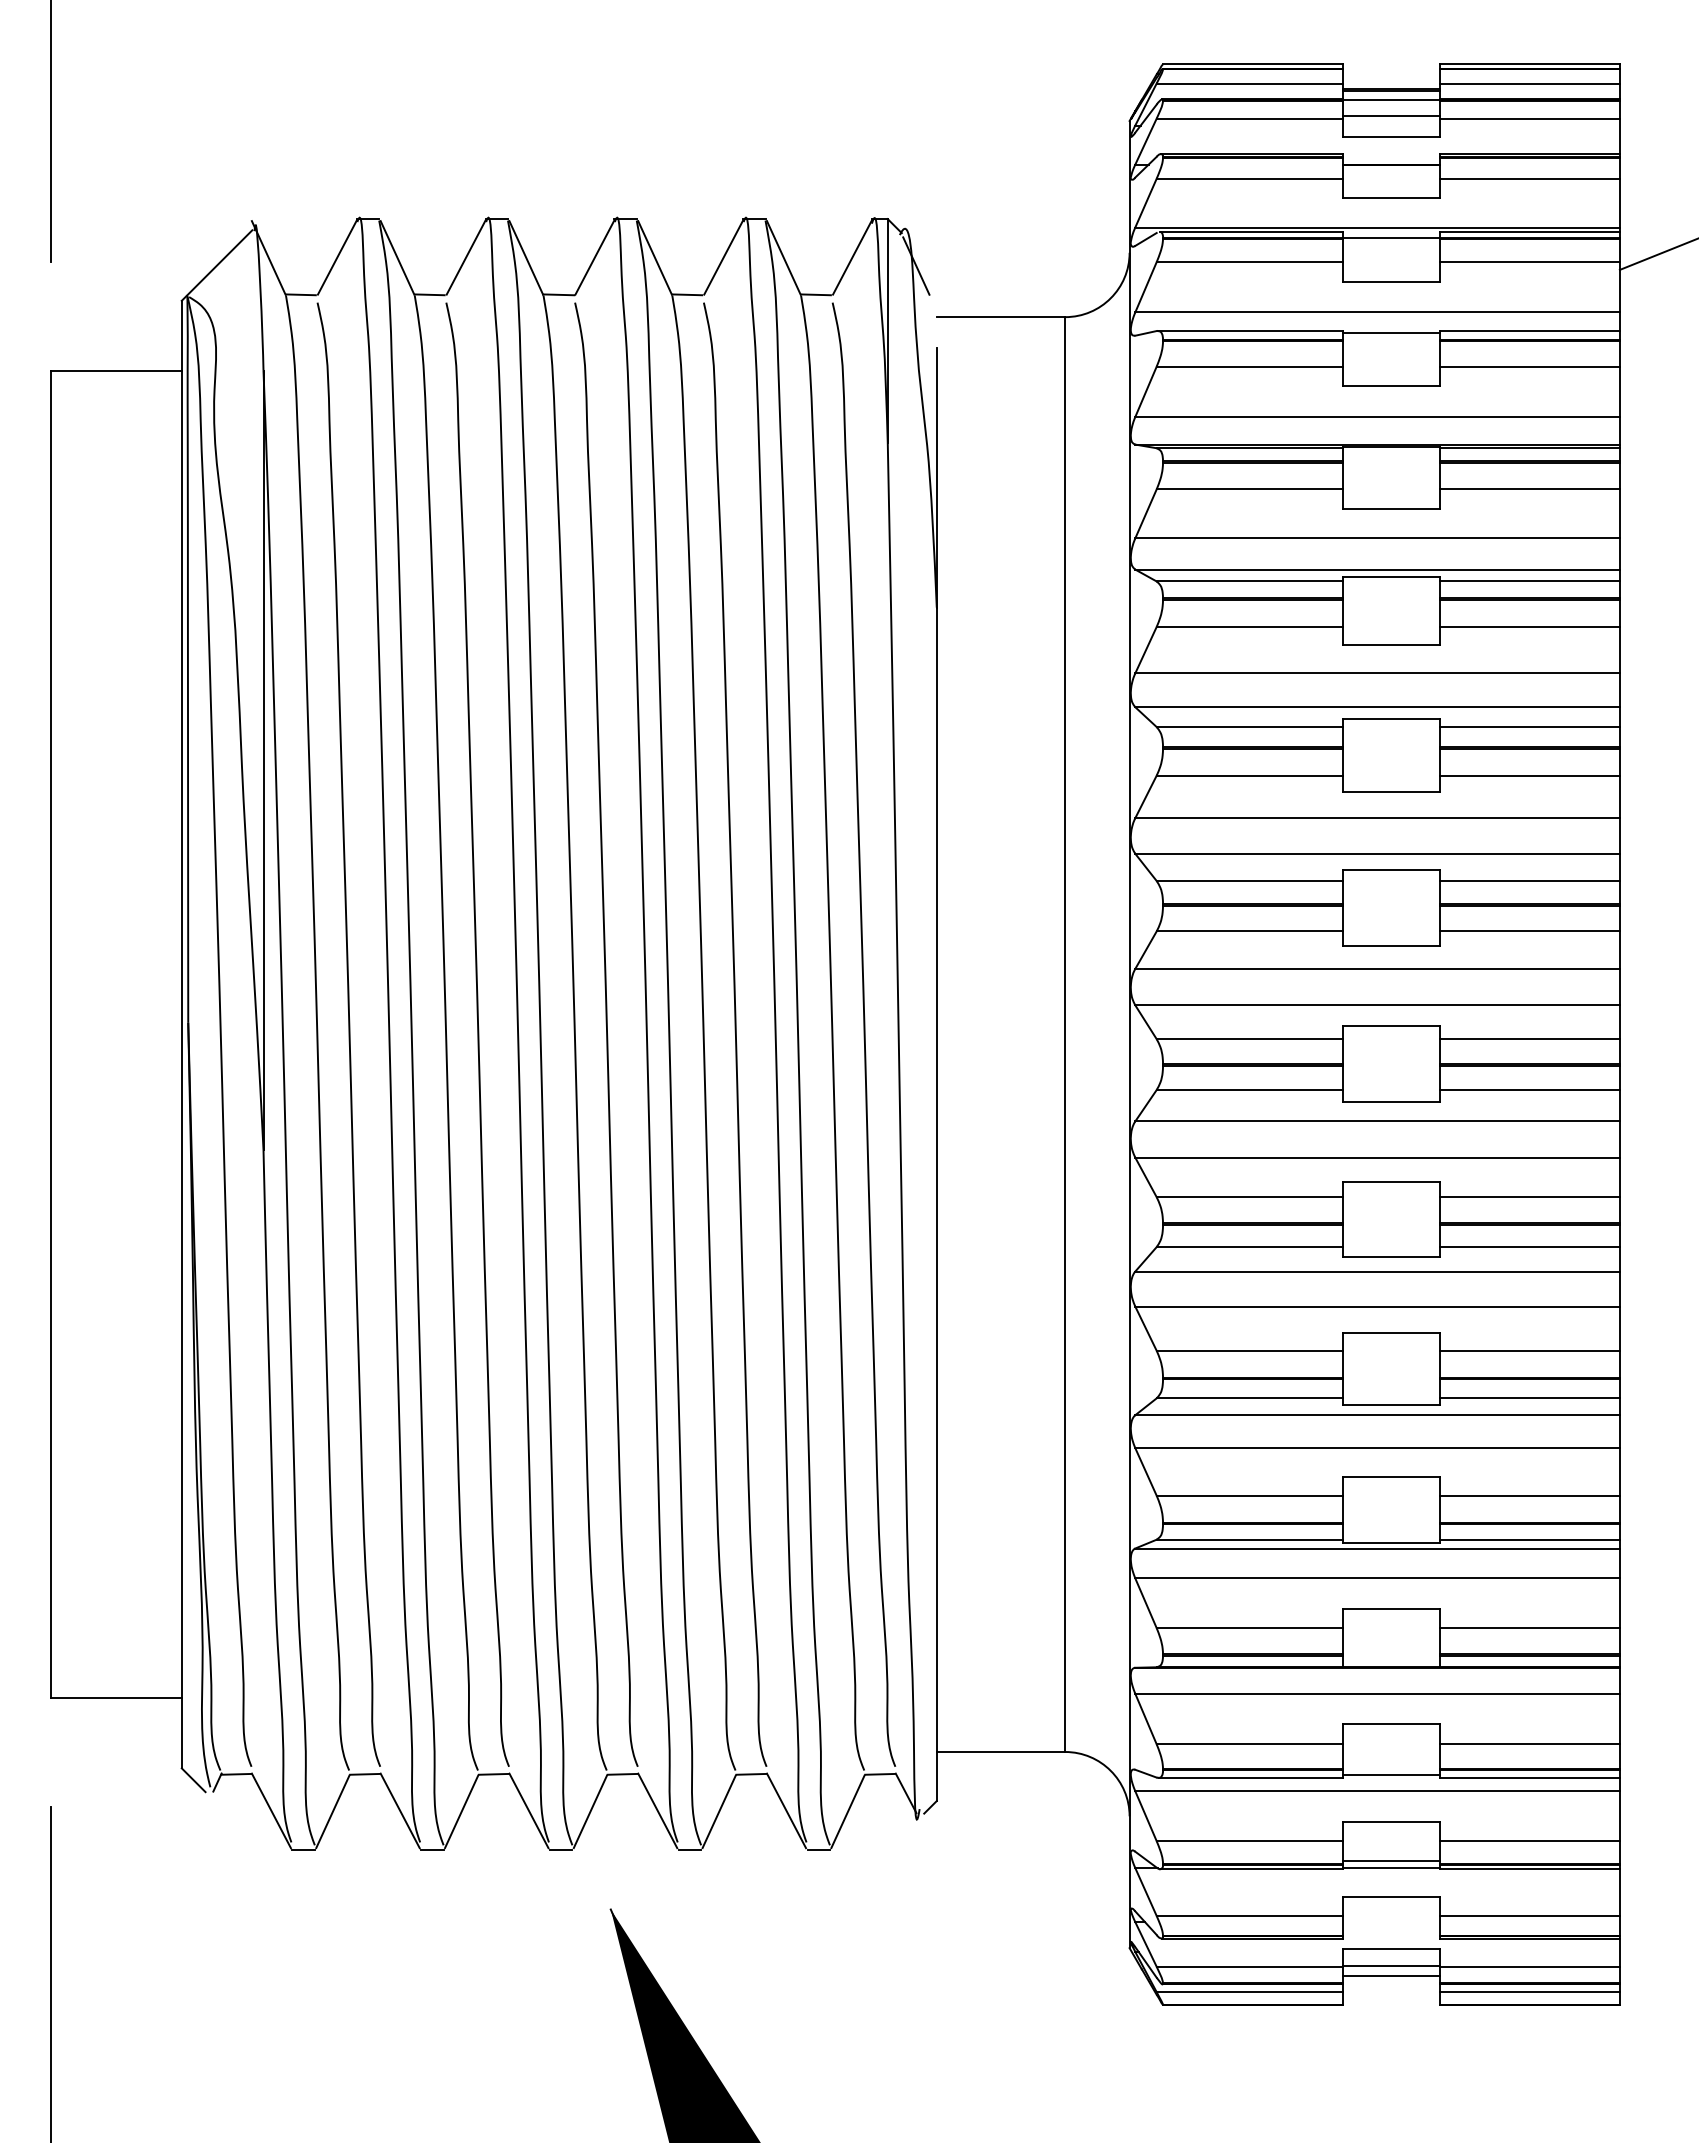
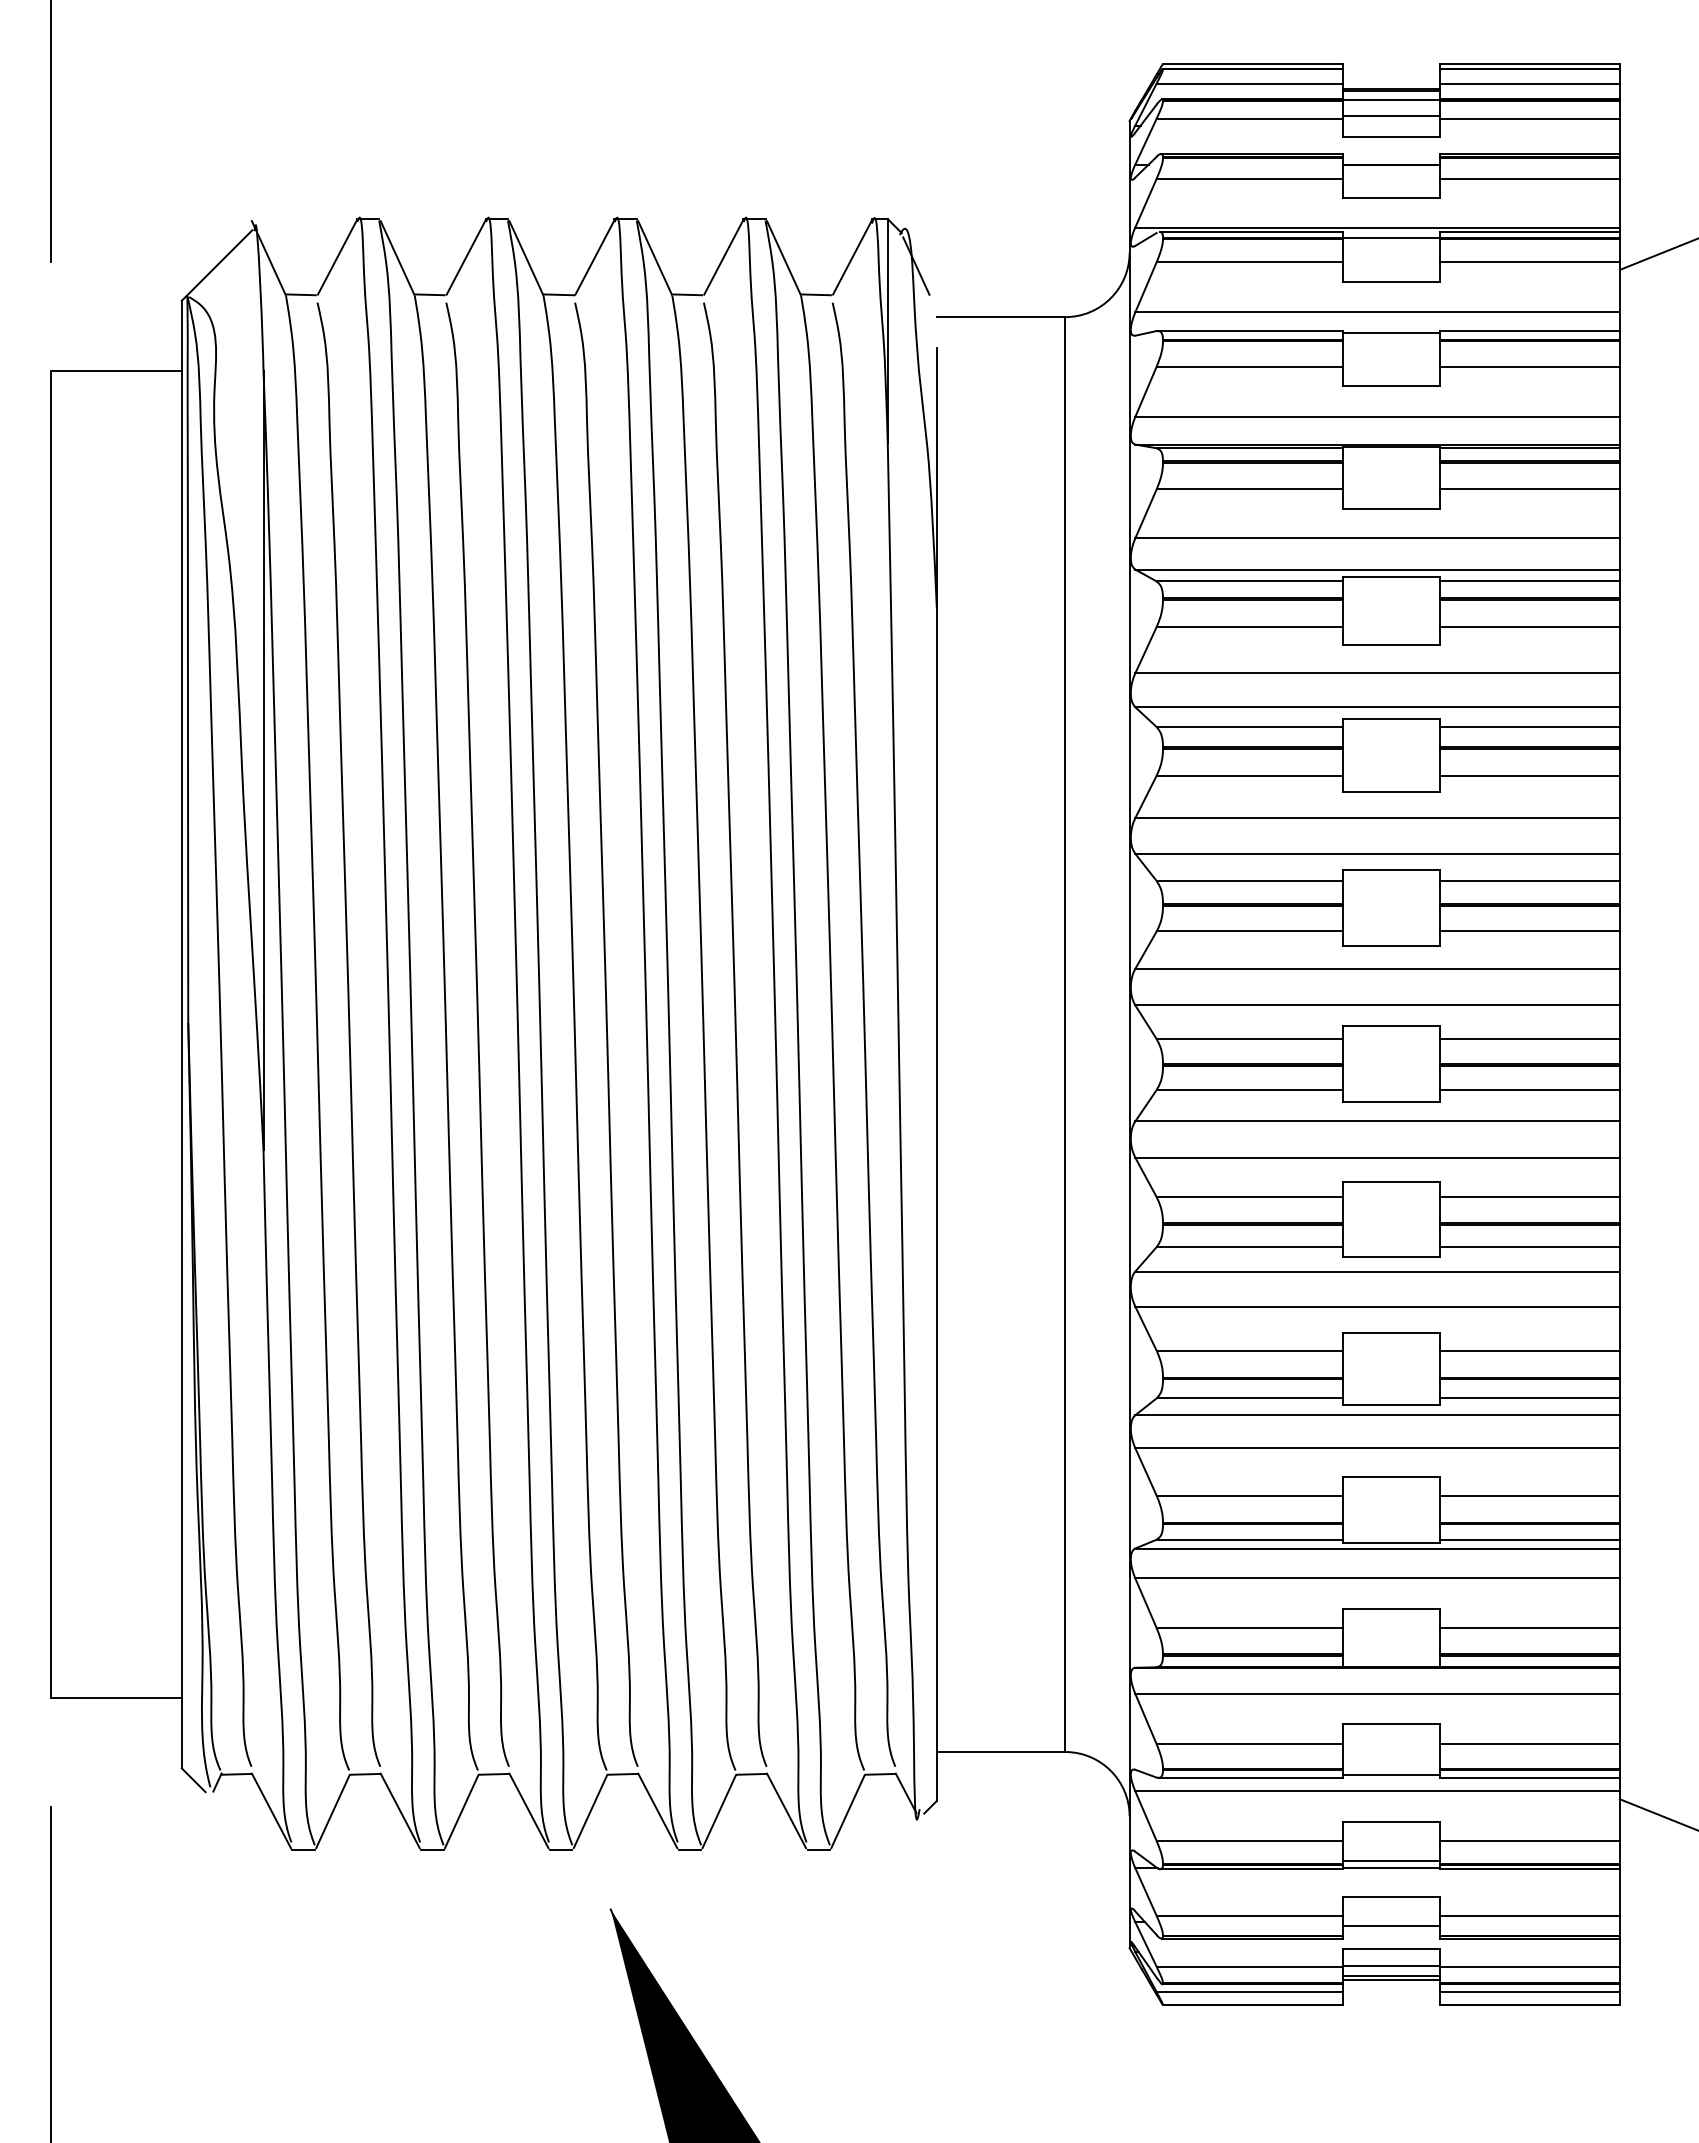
line at (1657, 1814): none -> present
line at (1391, 1925): none -> present
line at (1391, 1980): none -> present
